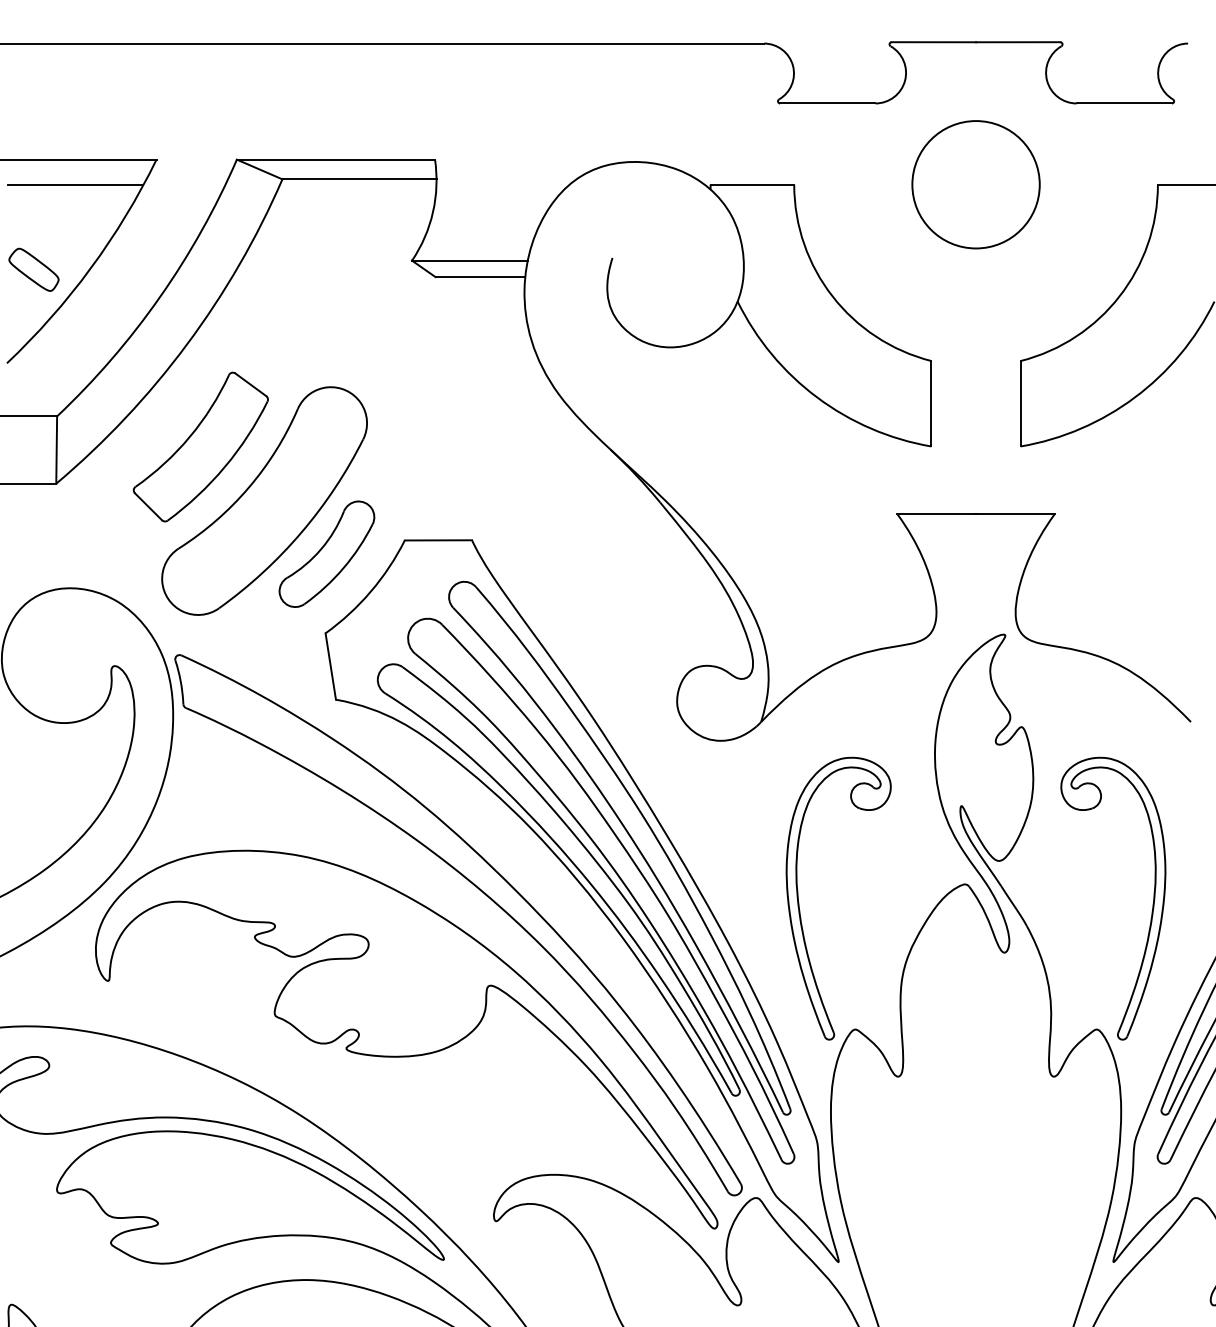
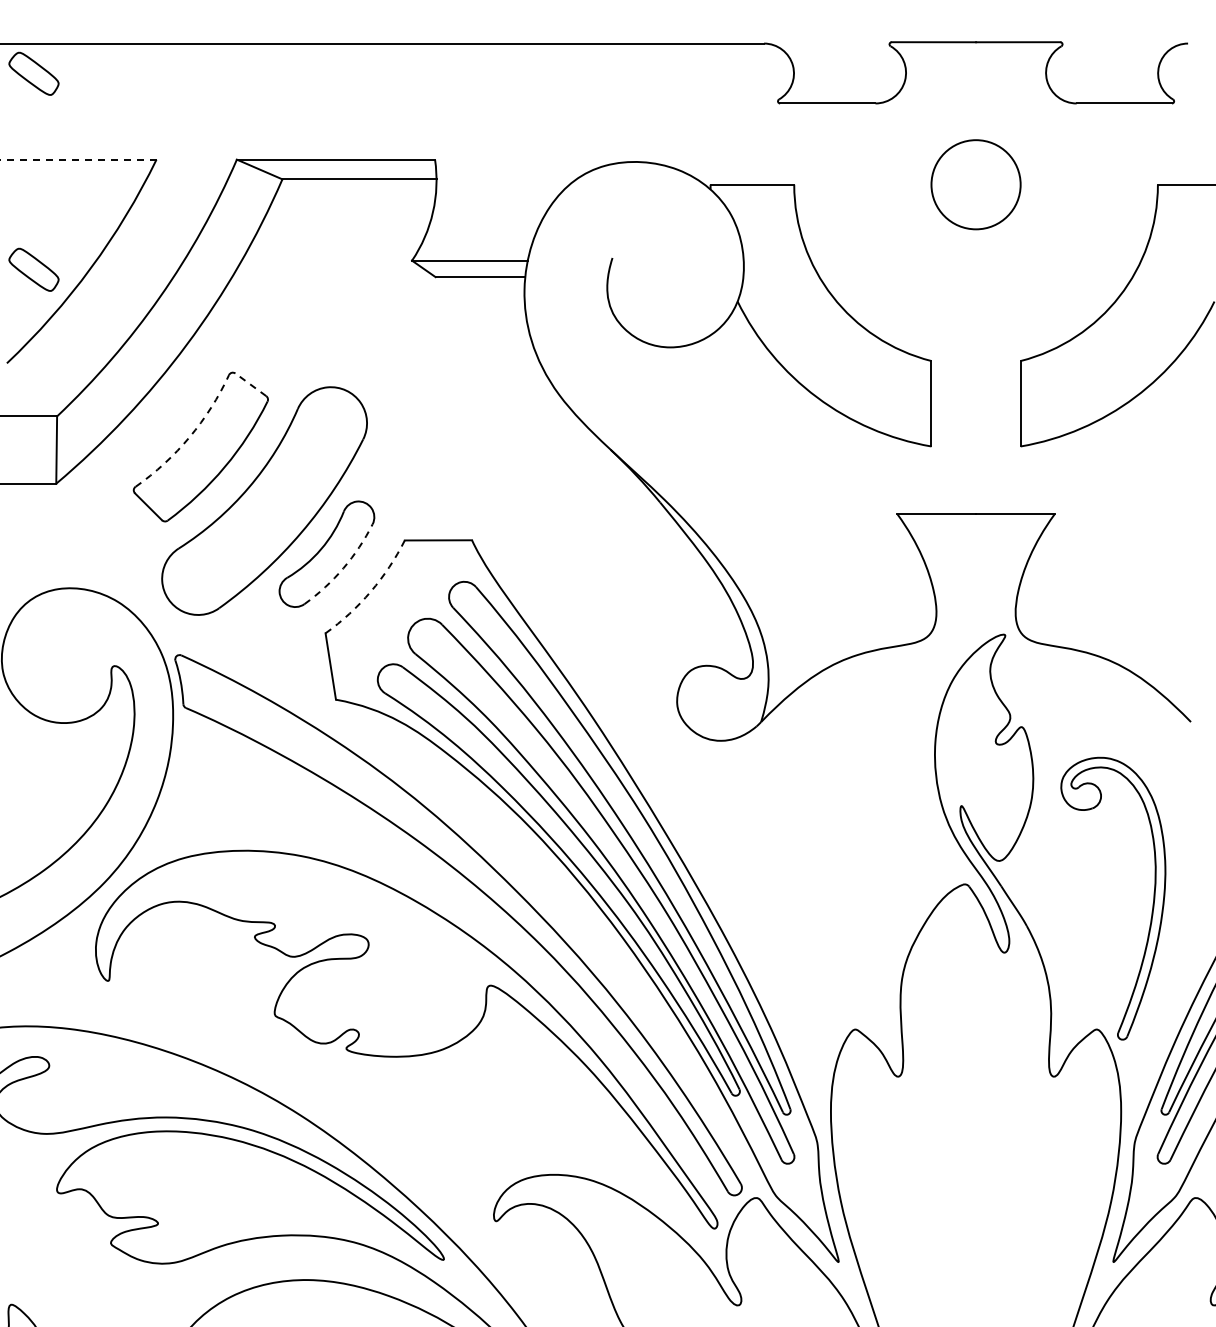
part at (33, 73): none -> present
line at (77, 159): solid -> dashed
circle at (975, 184) diameter: 127 px -> 89 px
line at (75, 185): present -> none
line at (250, 384): solid -> dashed
arc at (189, 437): solid -> dashed
arc at (343, 568): solid -> dashed
arc at (370, 591): solid -> dashed
part at (799, 902): present -> none
